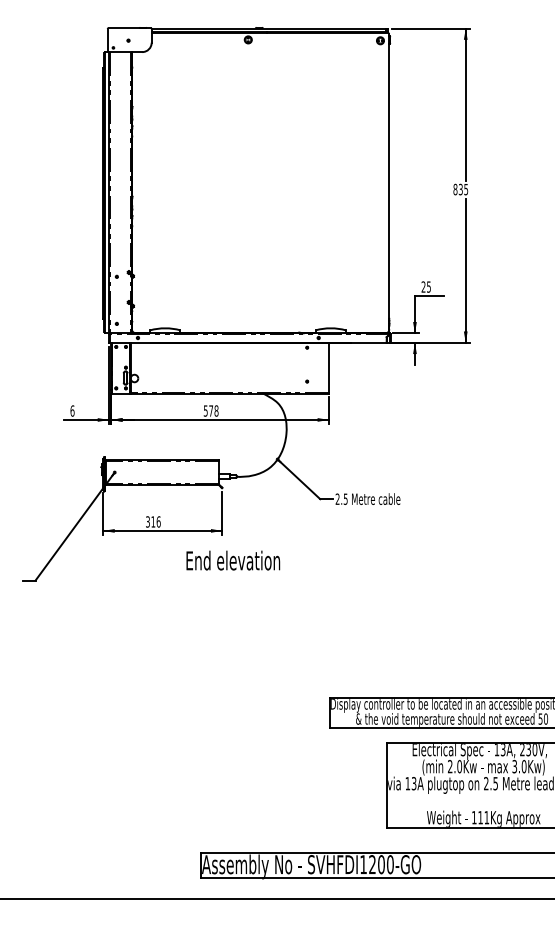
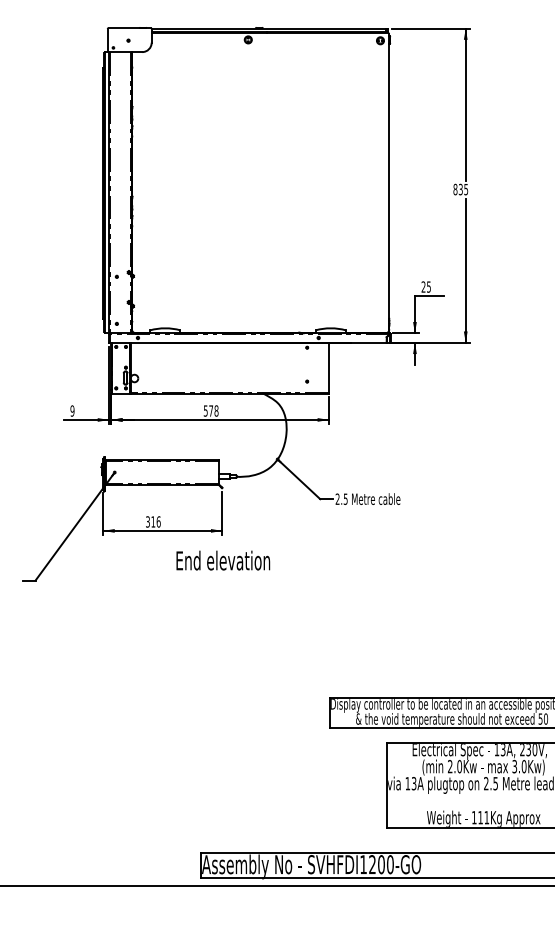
text at (72, 410): 6 -> 9
text at (233, 560) position: (233, 560) -> (223, 560)
line at (276, 899) position: (276, 899) -> (276, 886)
